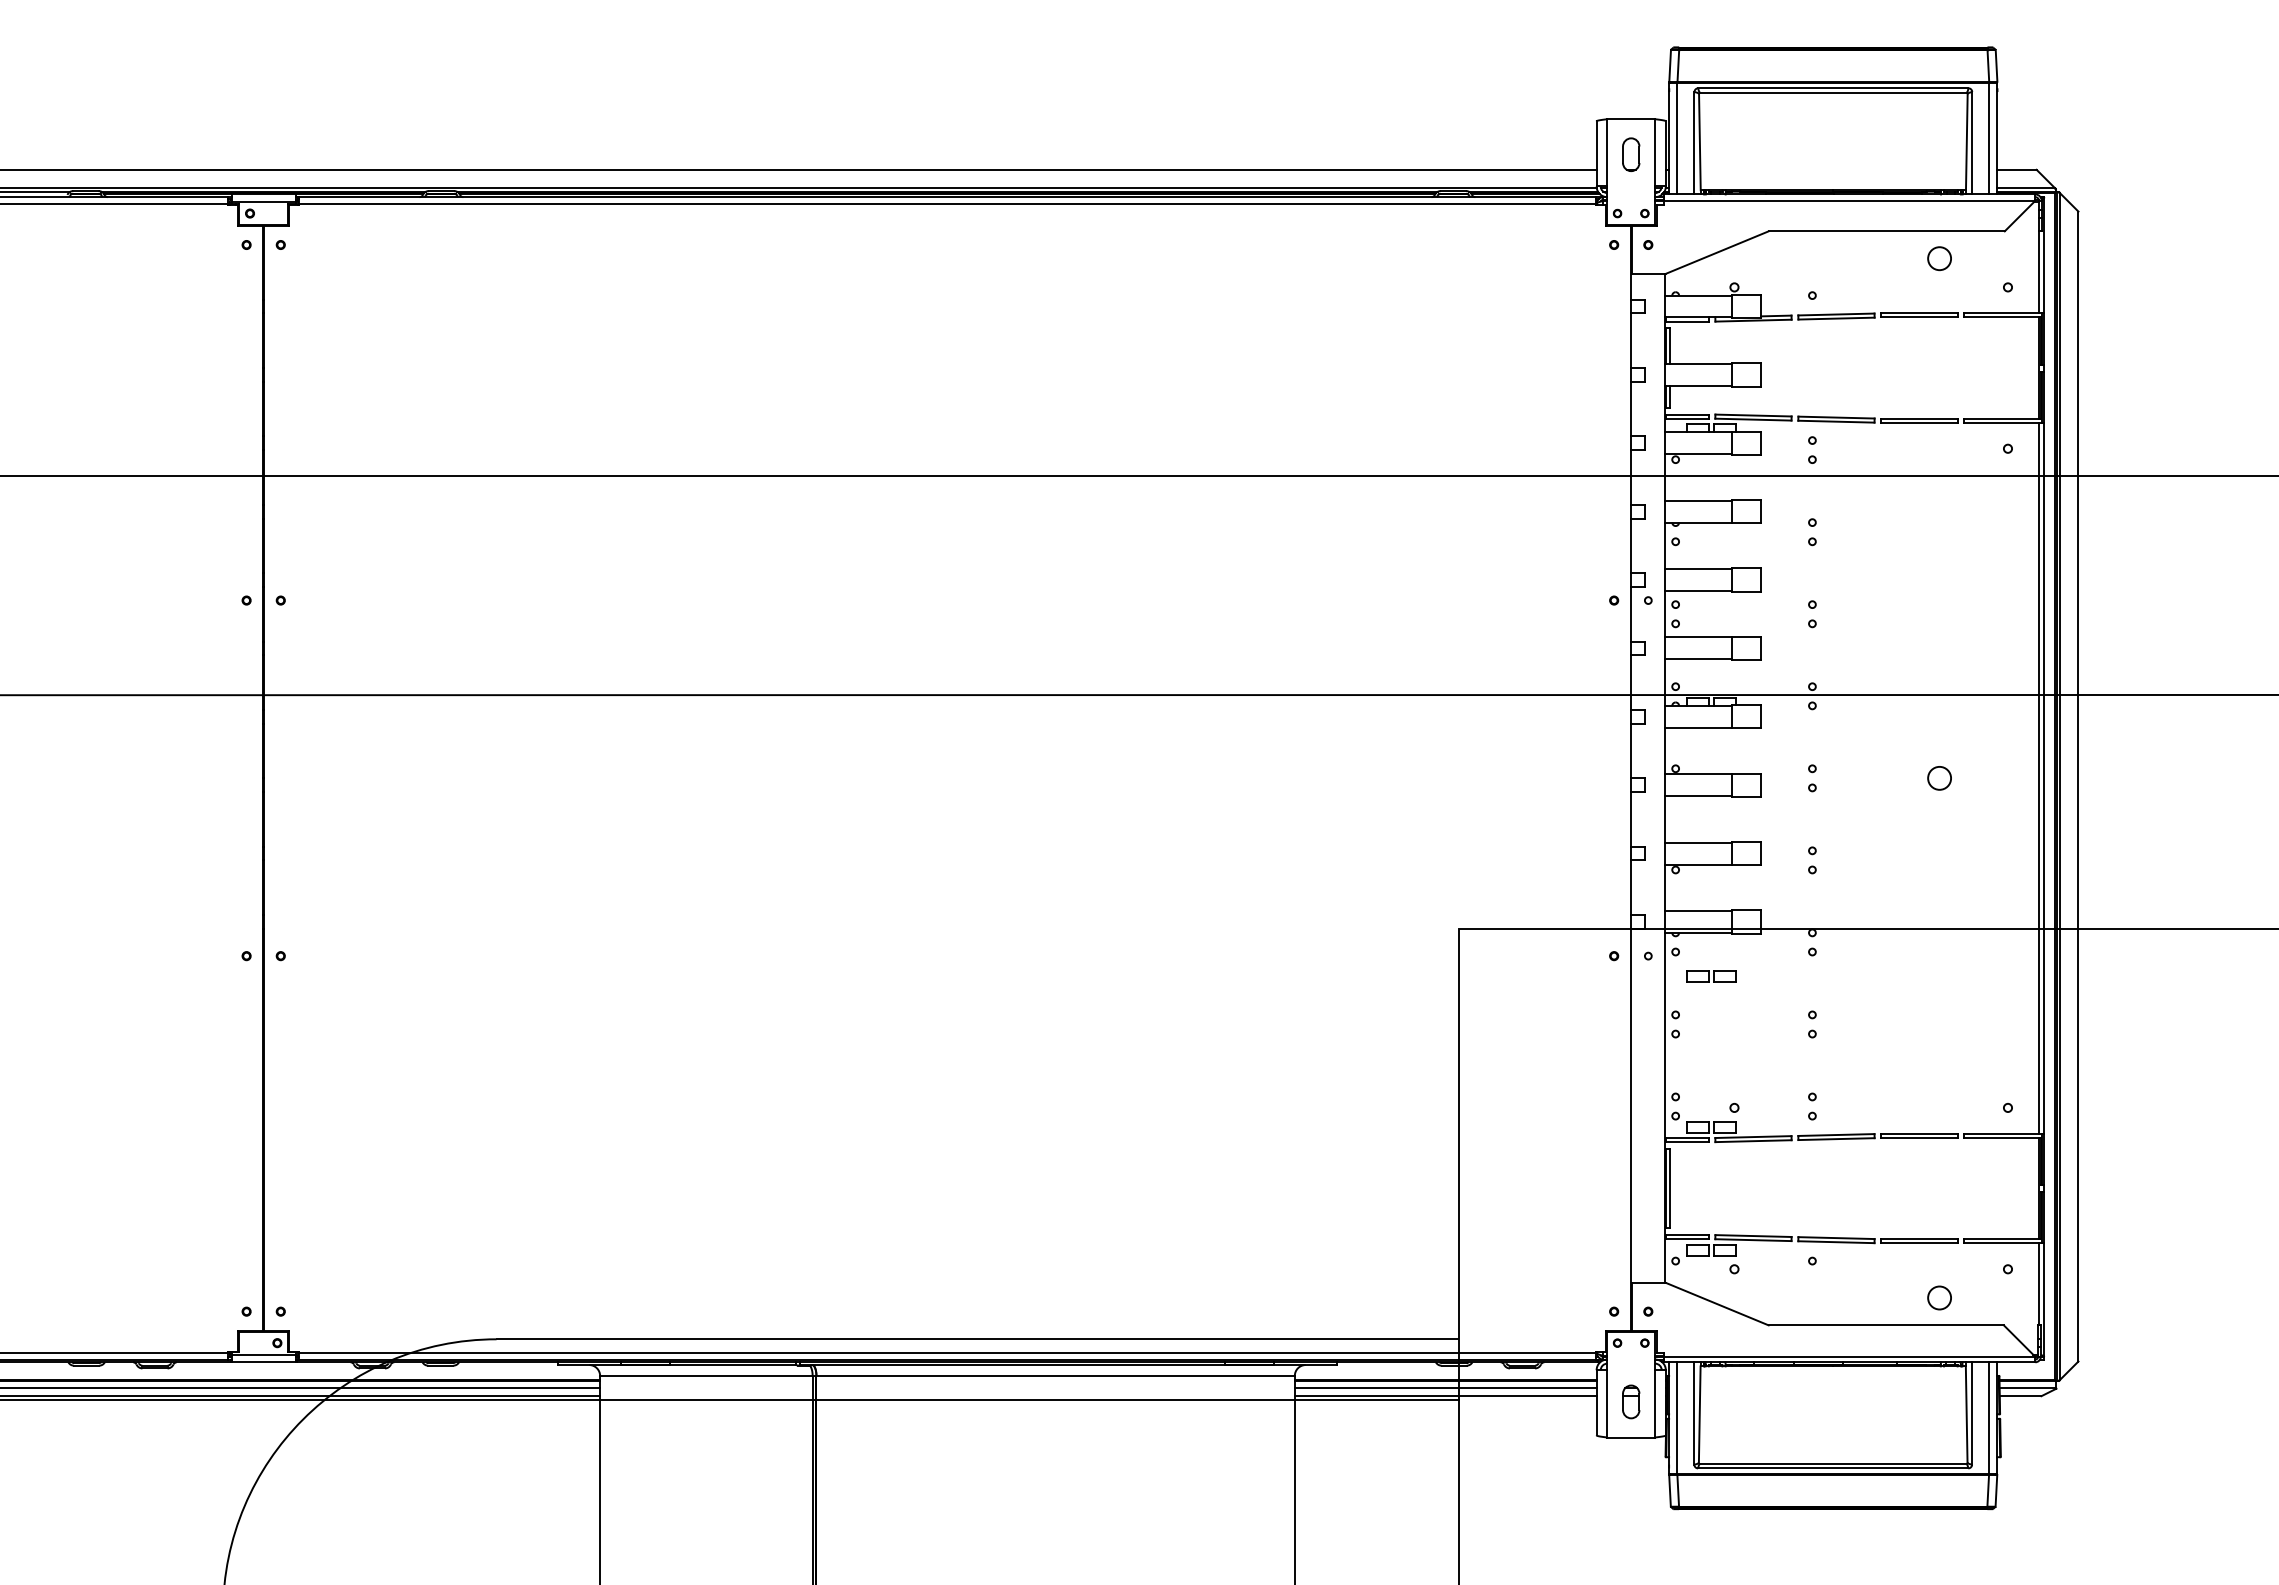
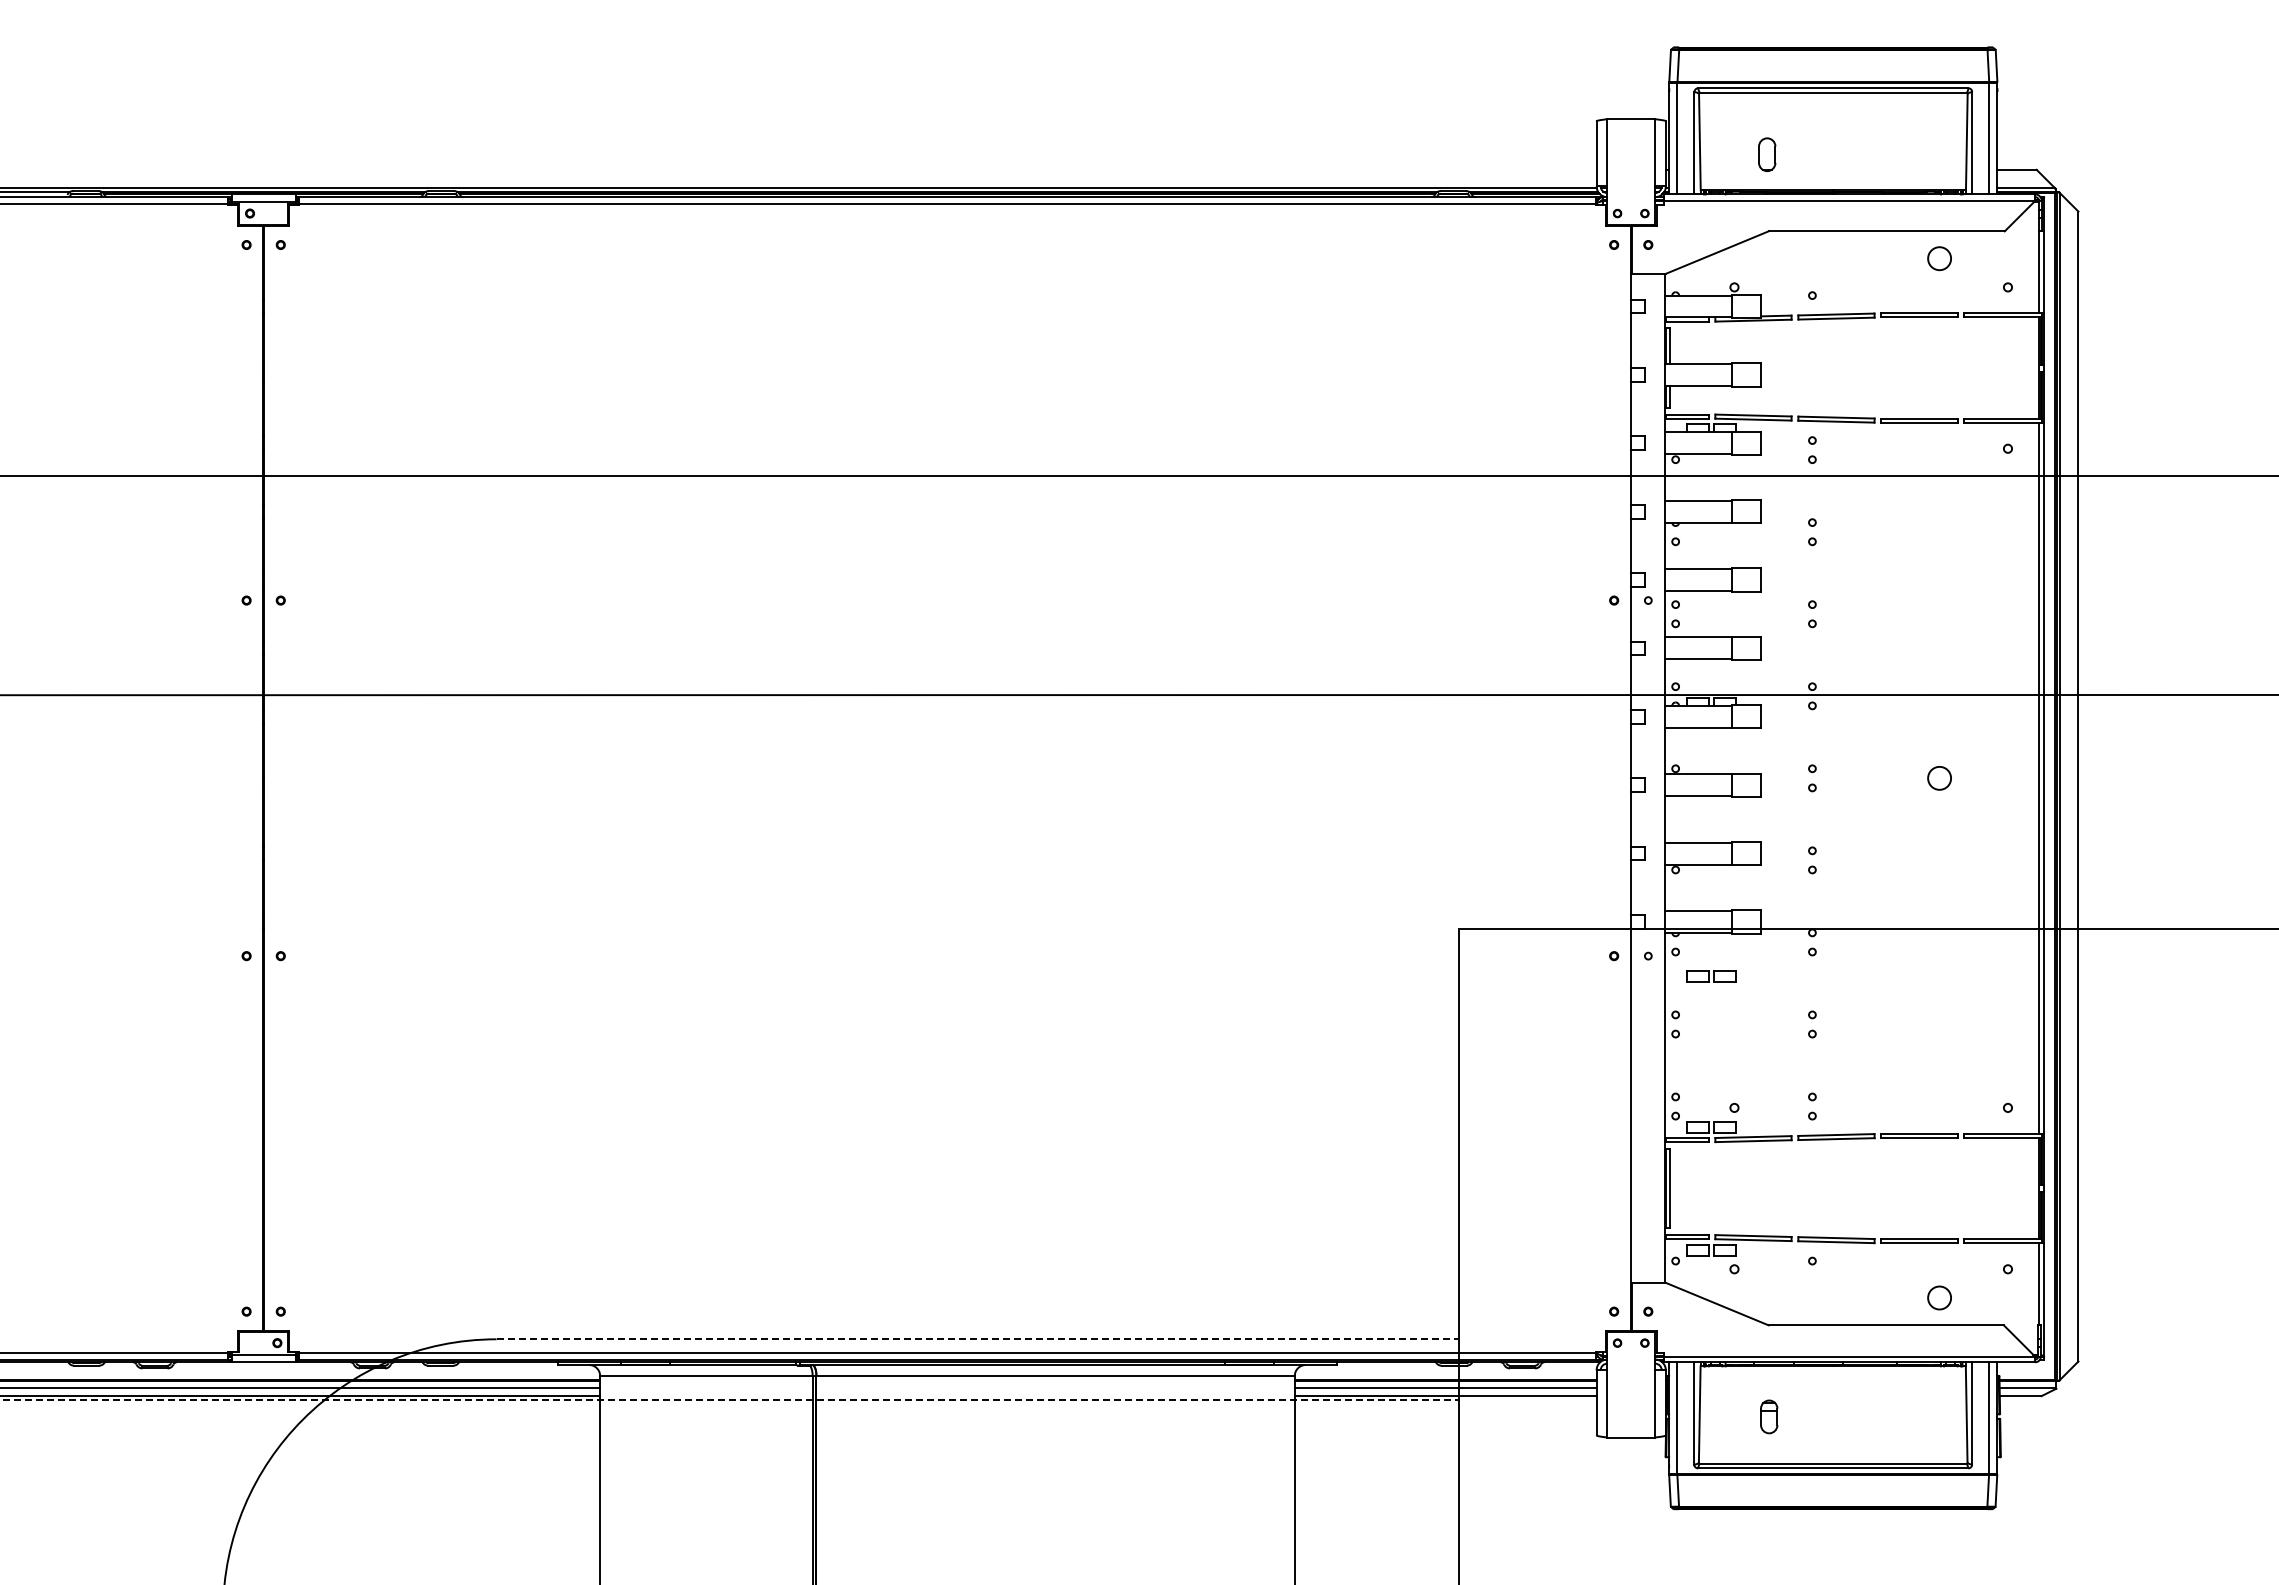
part at (1631, 154) position: (1631, 154) -> (1767, 154)
line at (799, 169): present -> none
line at (977, 1339): solid -> dashed
line at (730, 1400): solid -> dashed
part at (1631, 1401) position: (1631, 1401) -> (1769, 1416)
